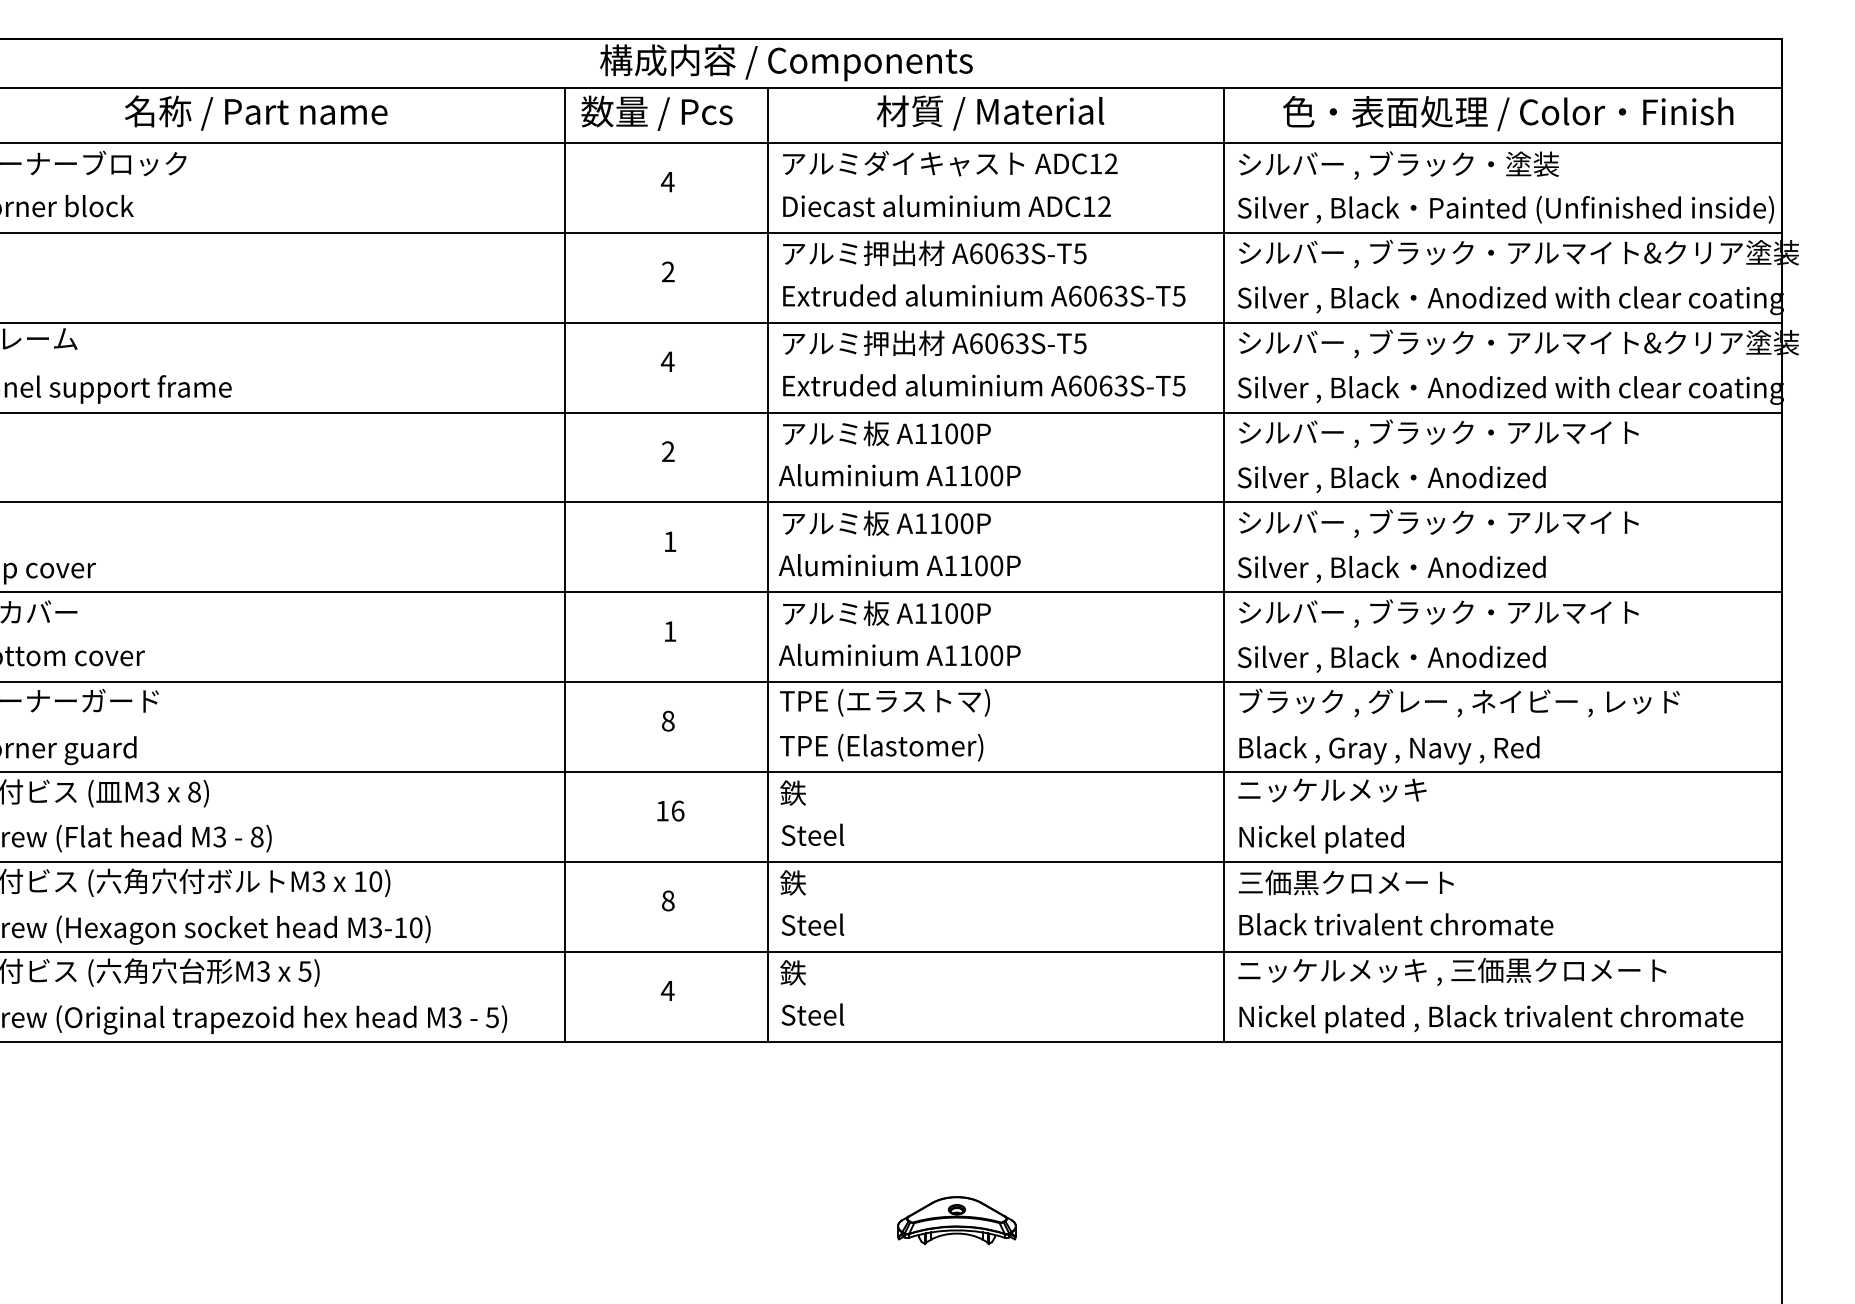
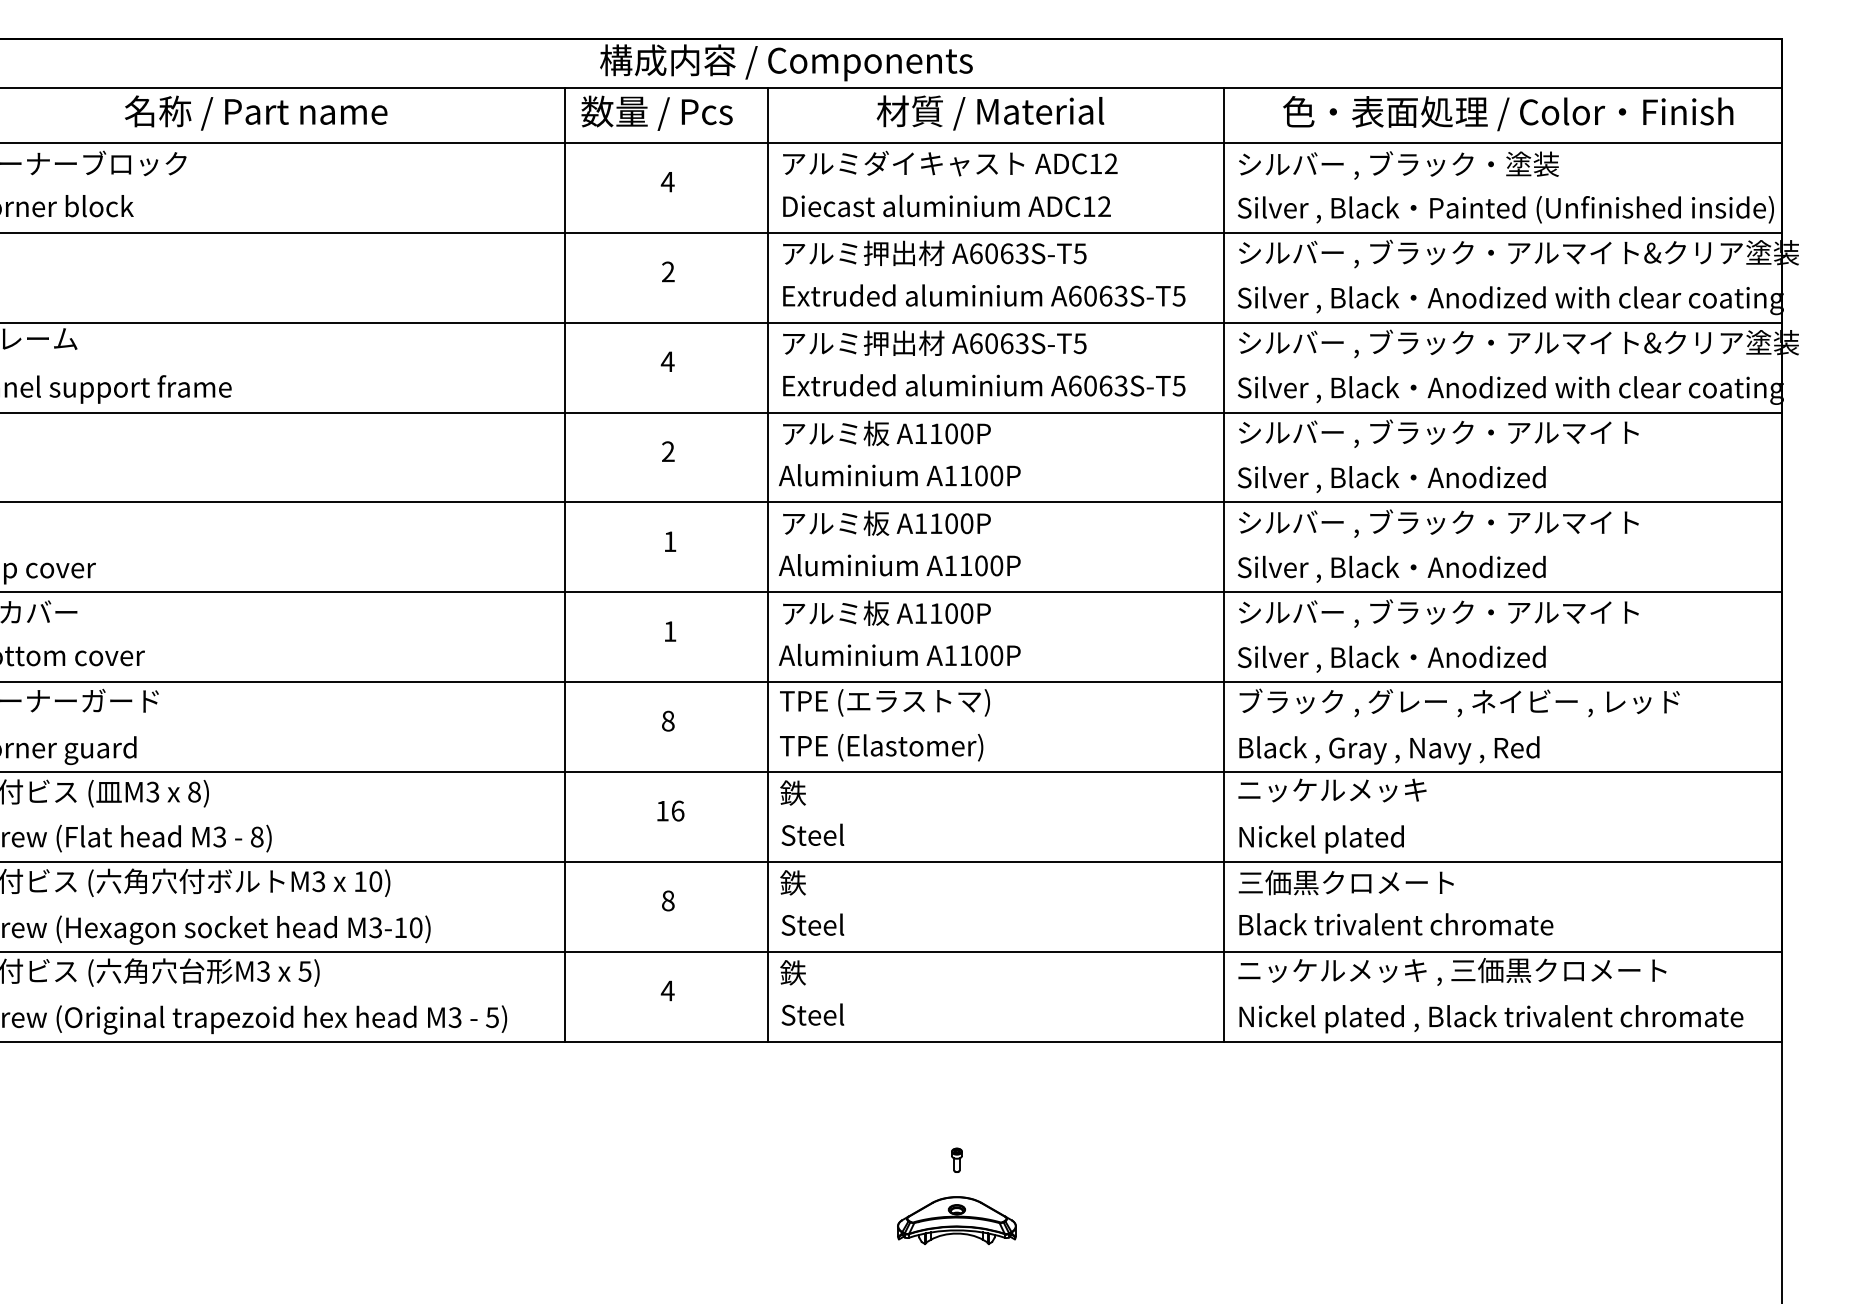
part at (956, 1159): none -> present
